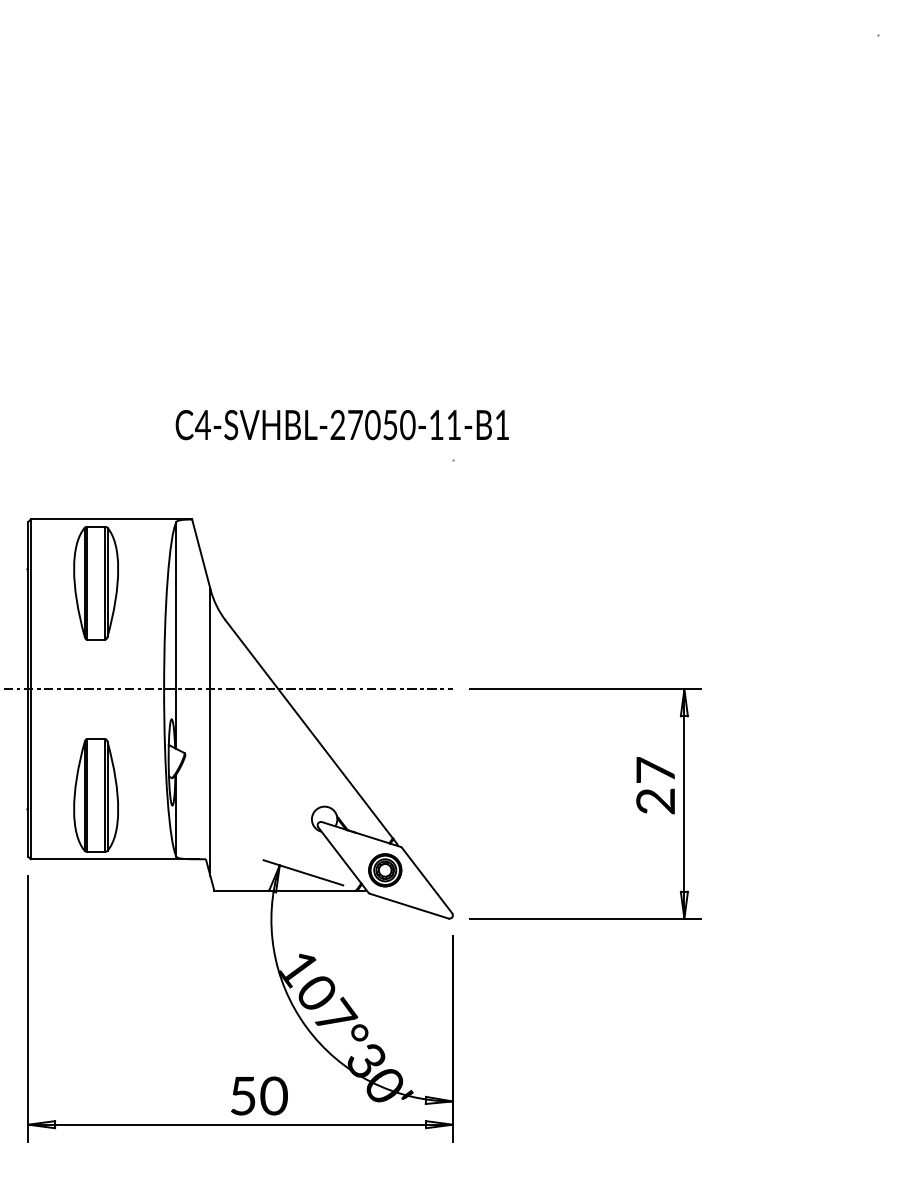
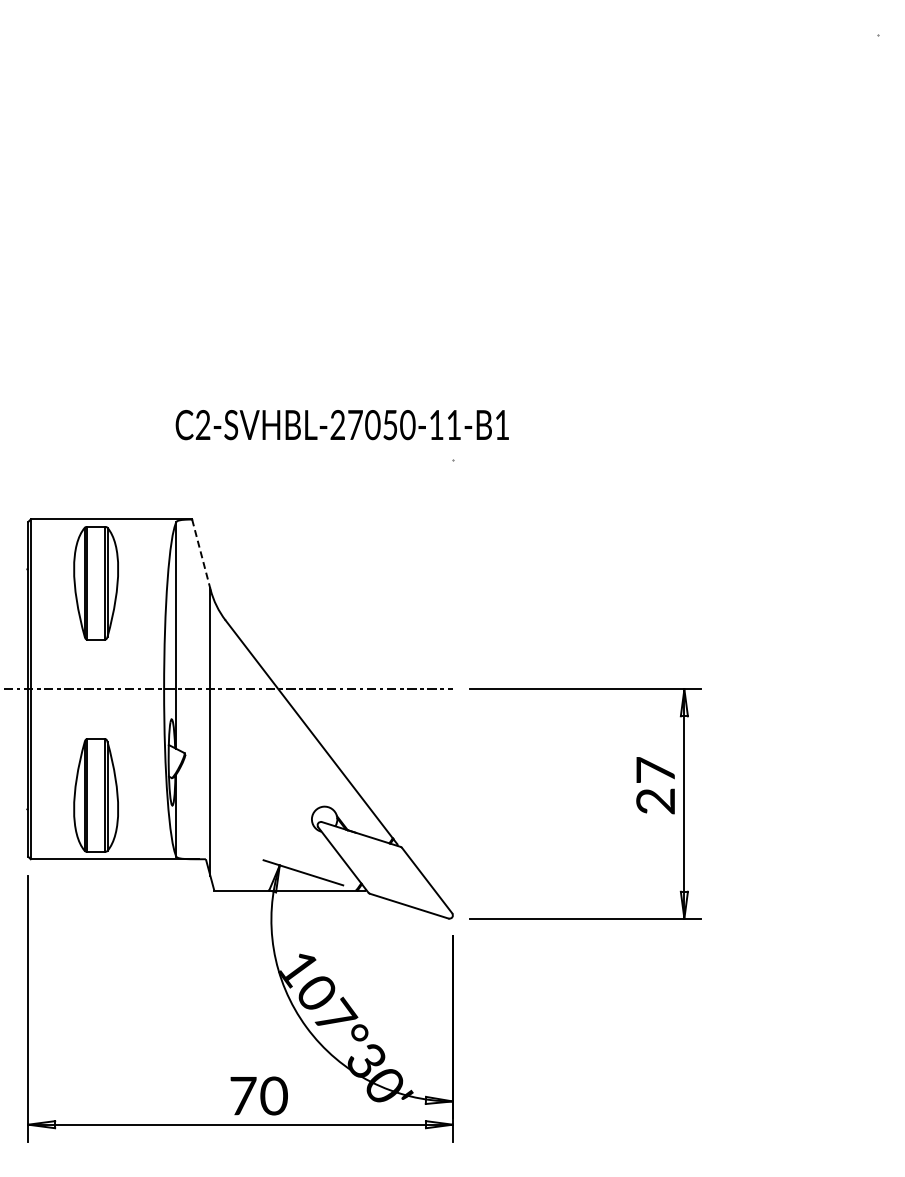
text at (202, 424): C4-SVHBL-27050-11-B1 -> C2-SVHBL-27050-11-B1
line at (201, 553): solid -> dashed
part at (385, 870): present -> none
text at (243, 1096): 50 -> 70
